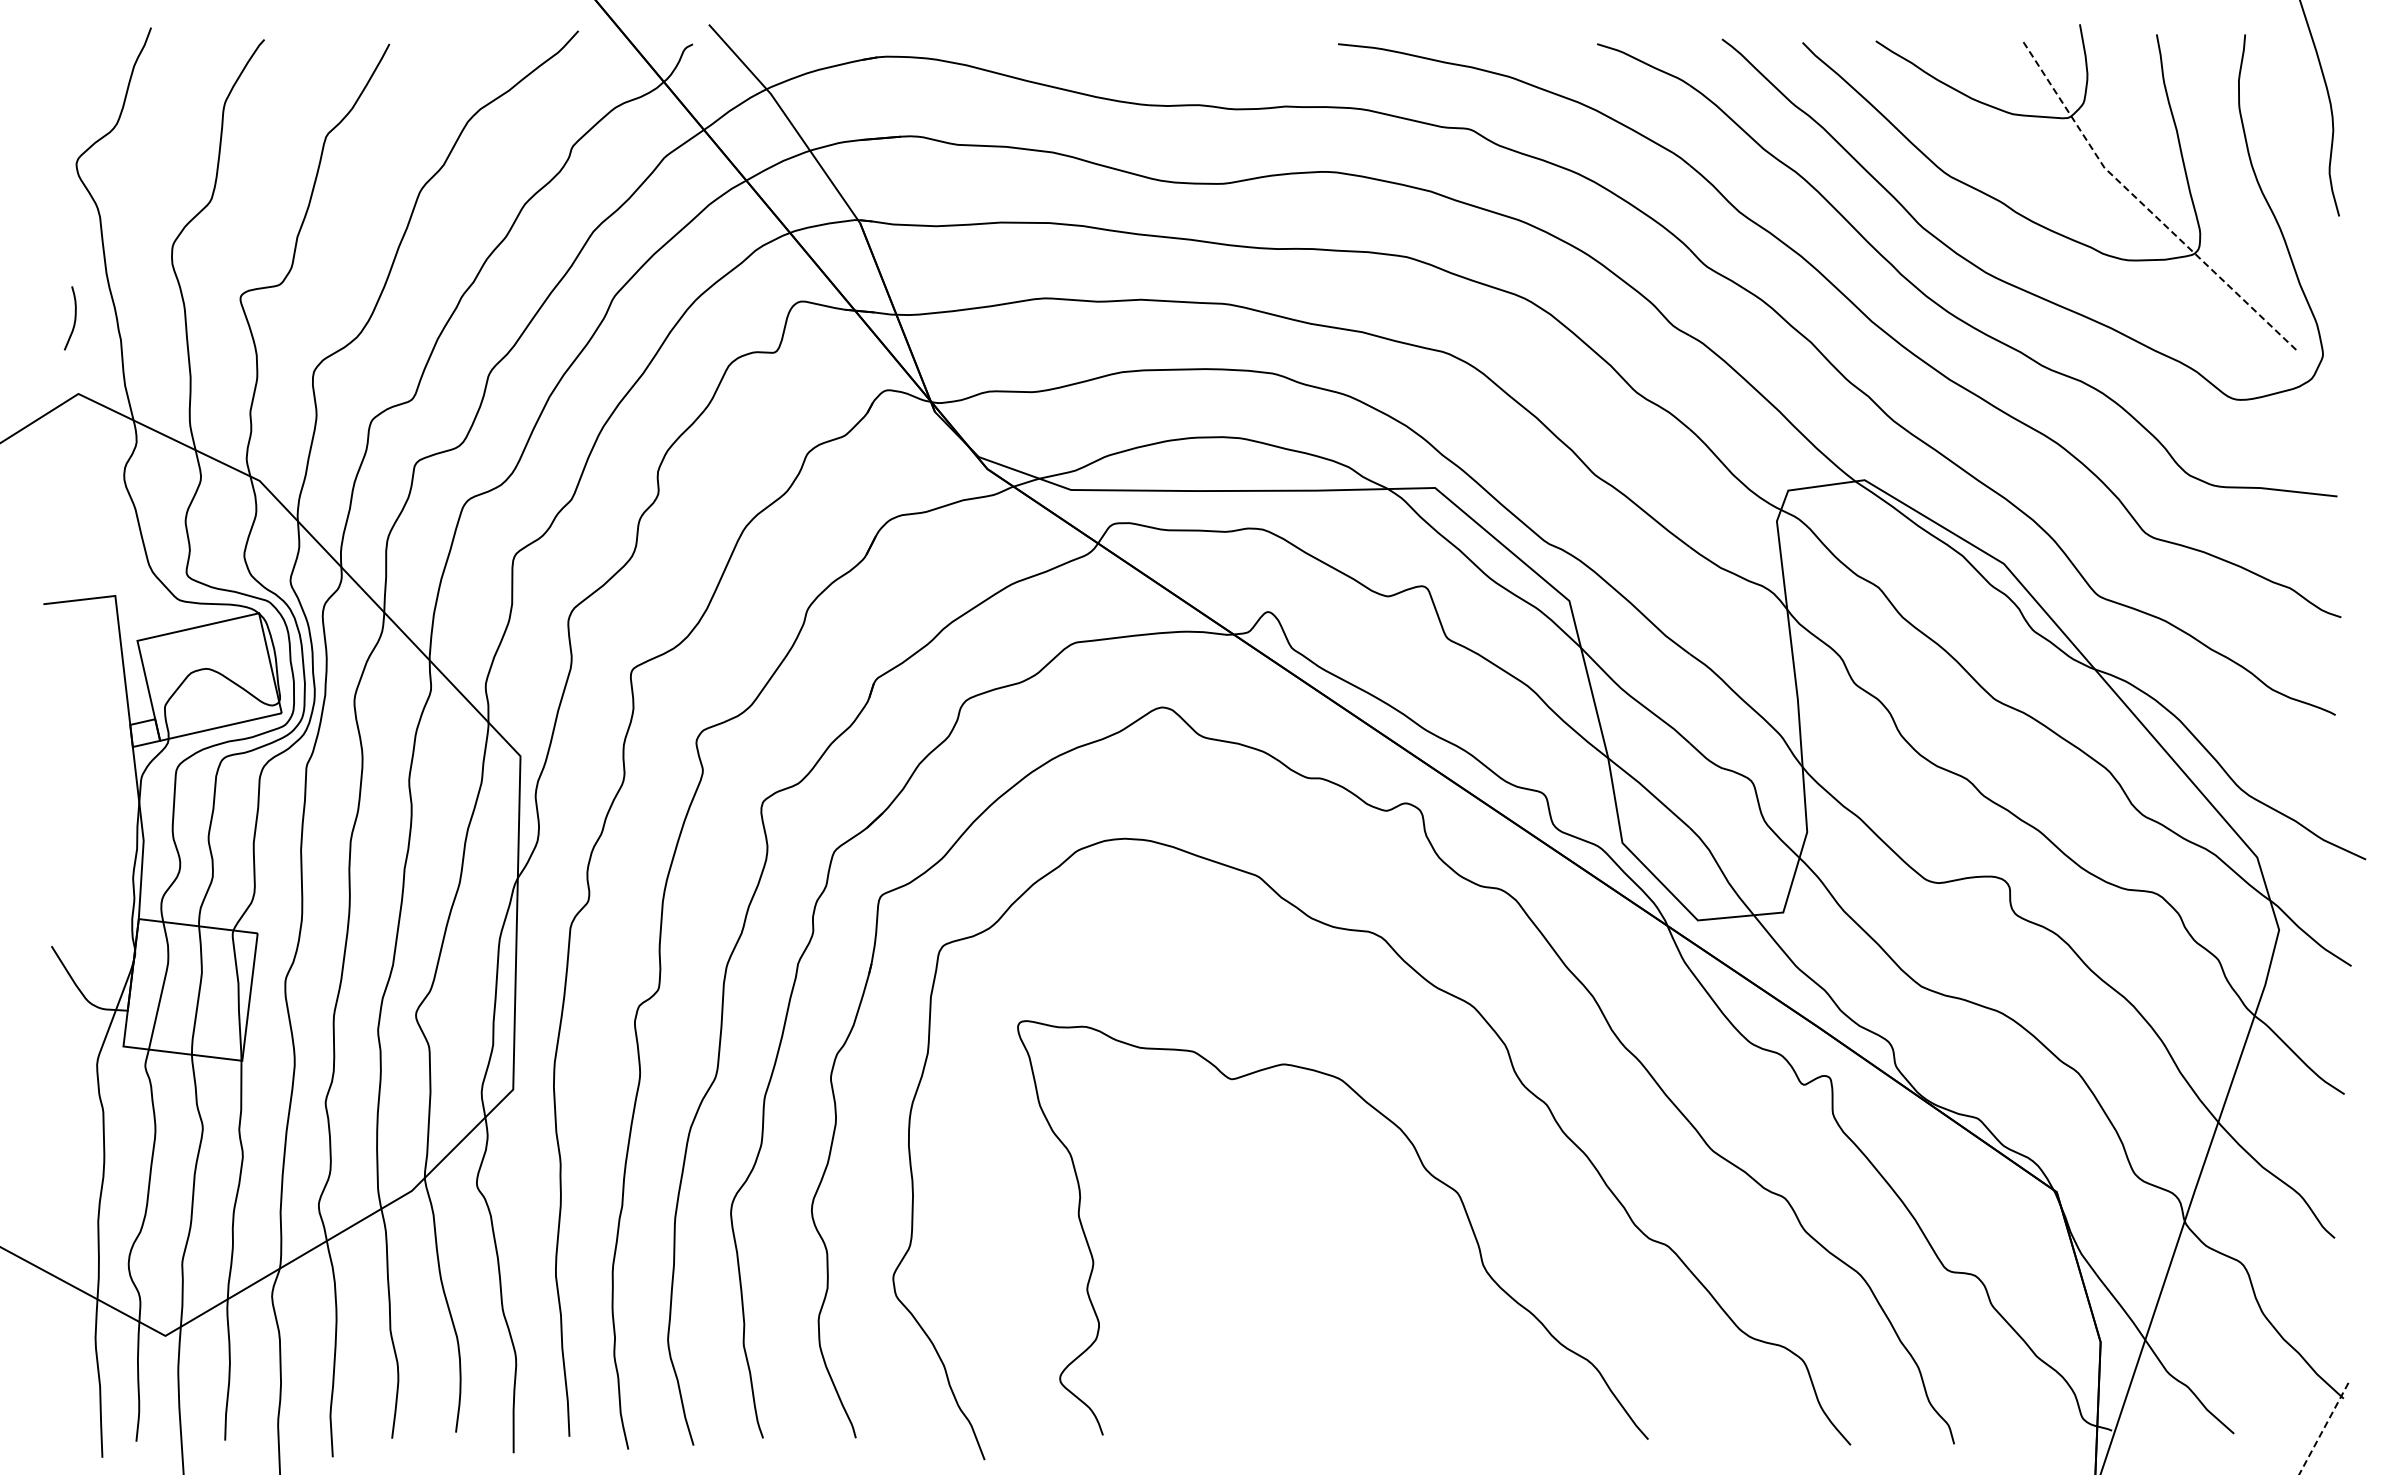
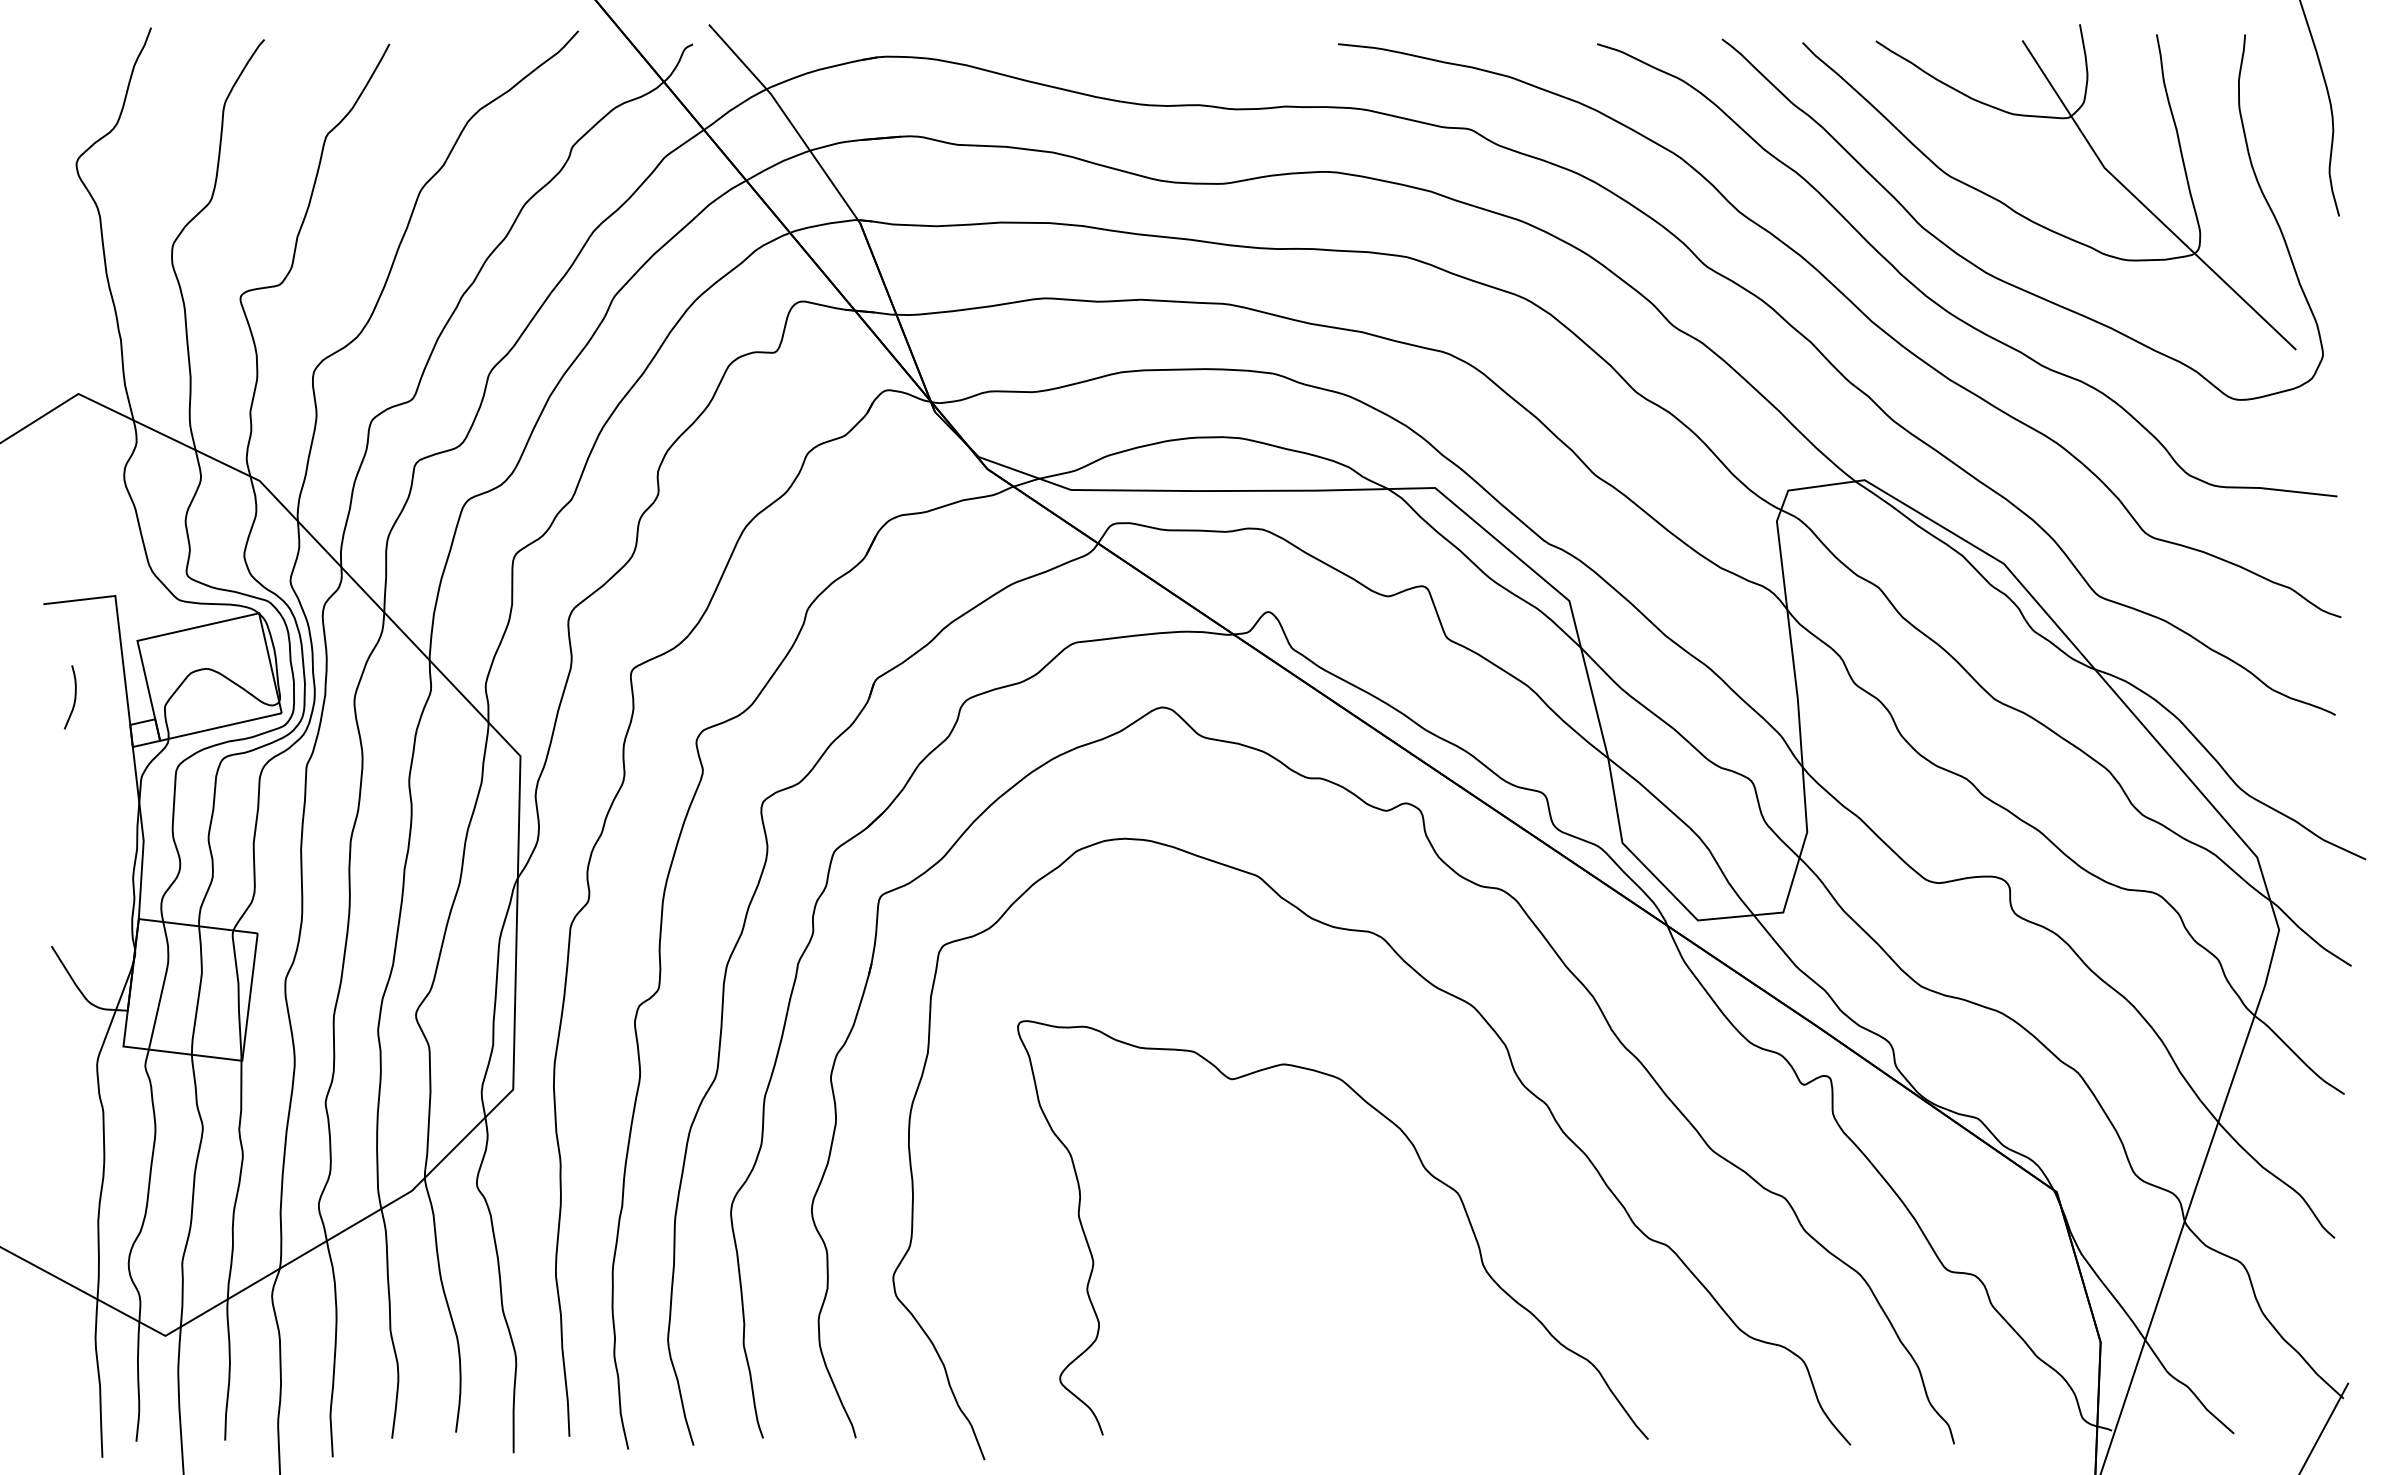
line at (2145, 206): dashed -> solid
curve at (74, 318) position: (74, 318) -> (74, 697)
line at (2323, 1428): dashed -> solid
